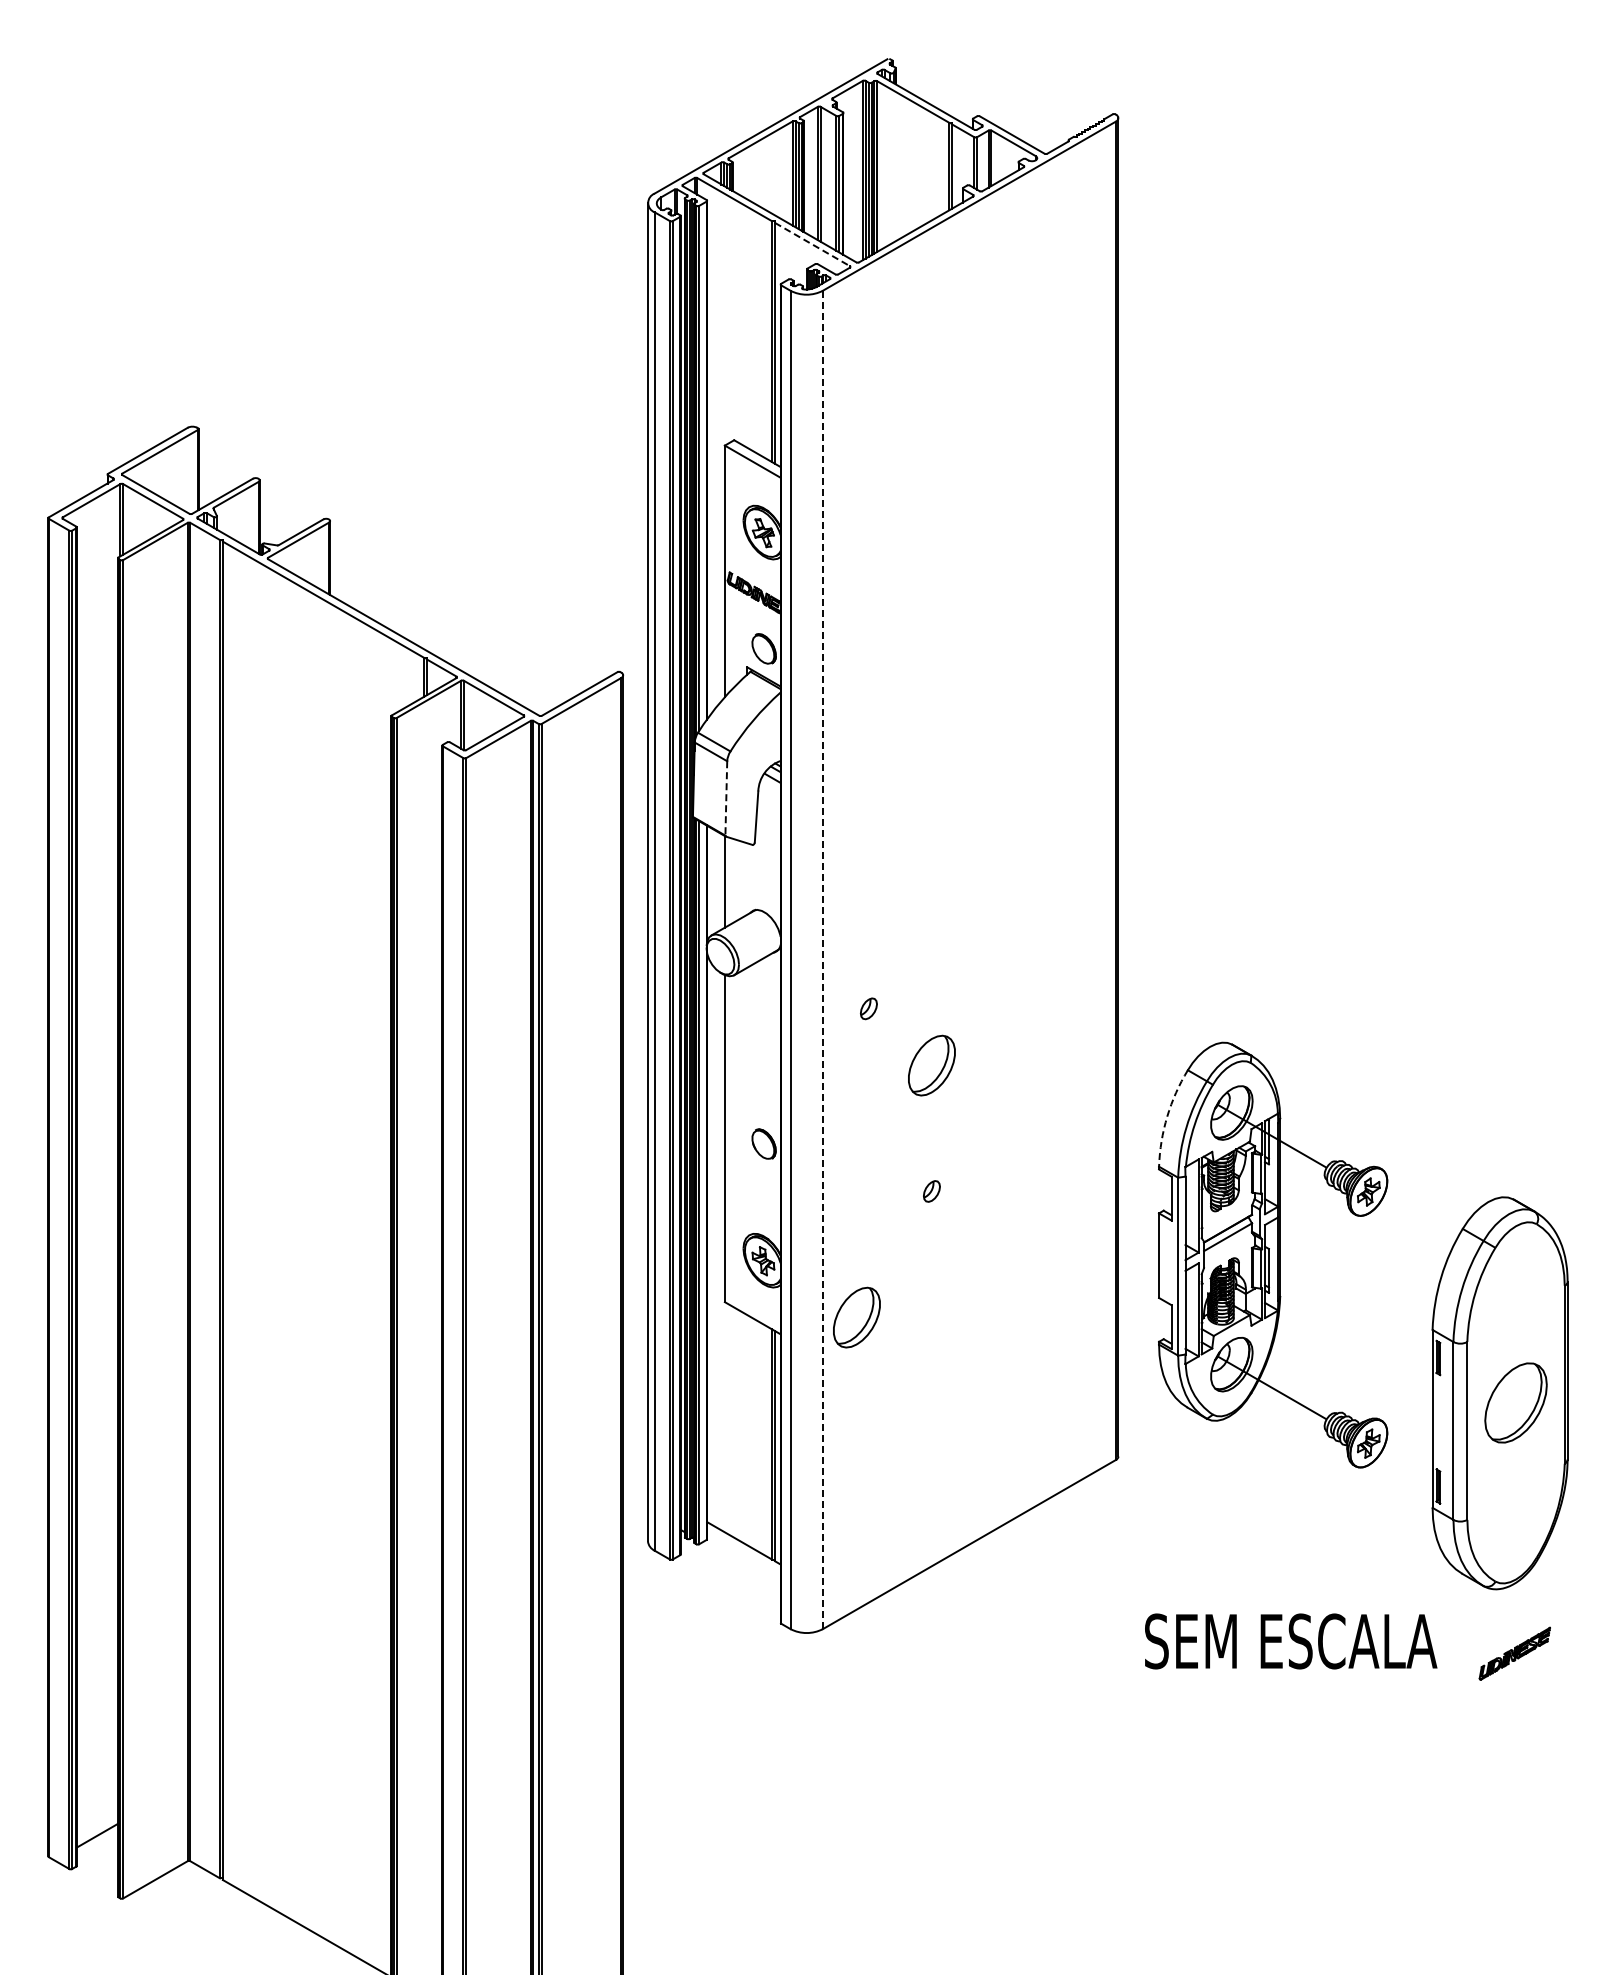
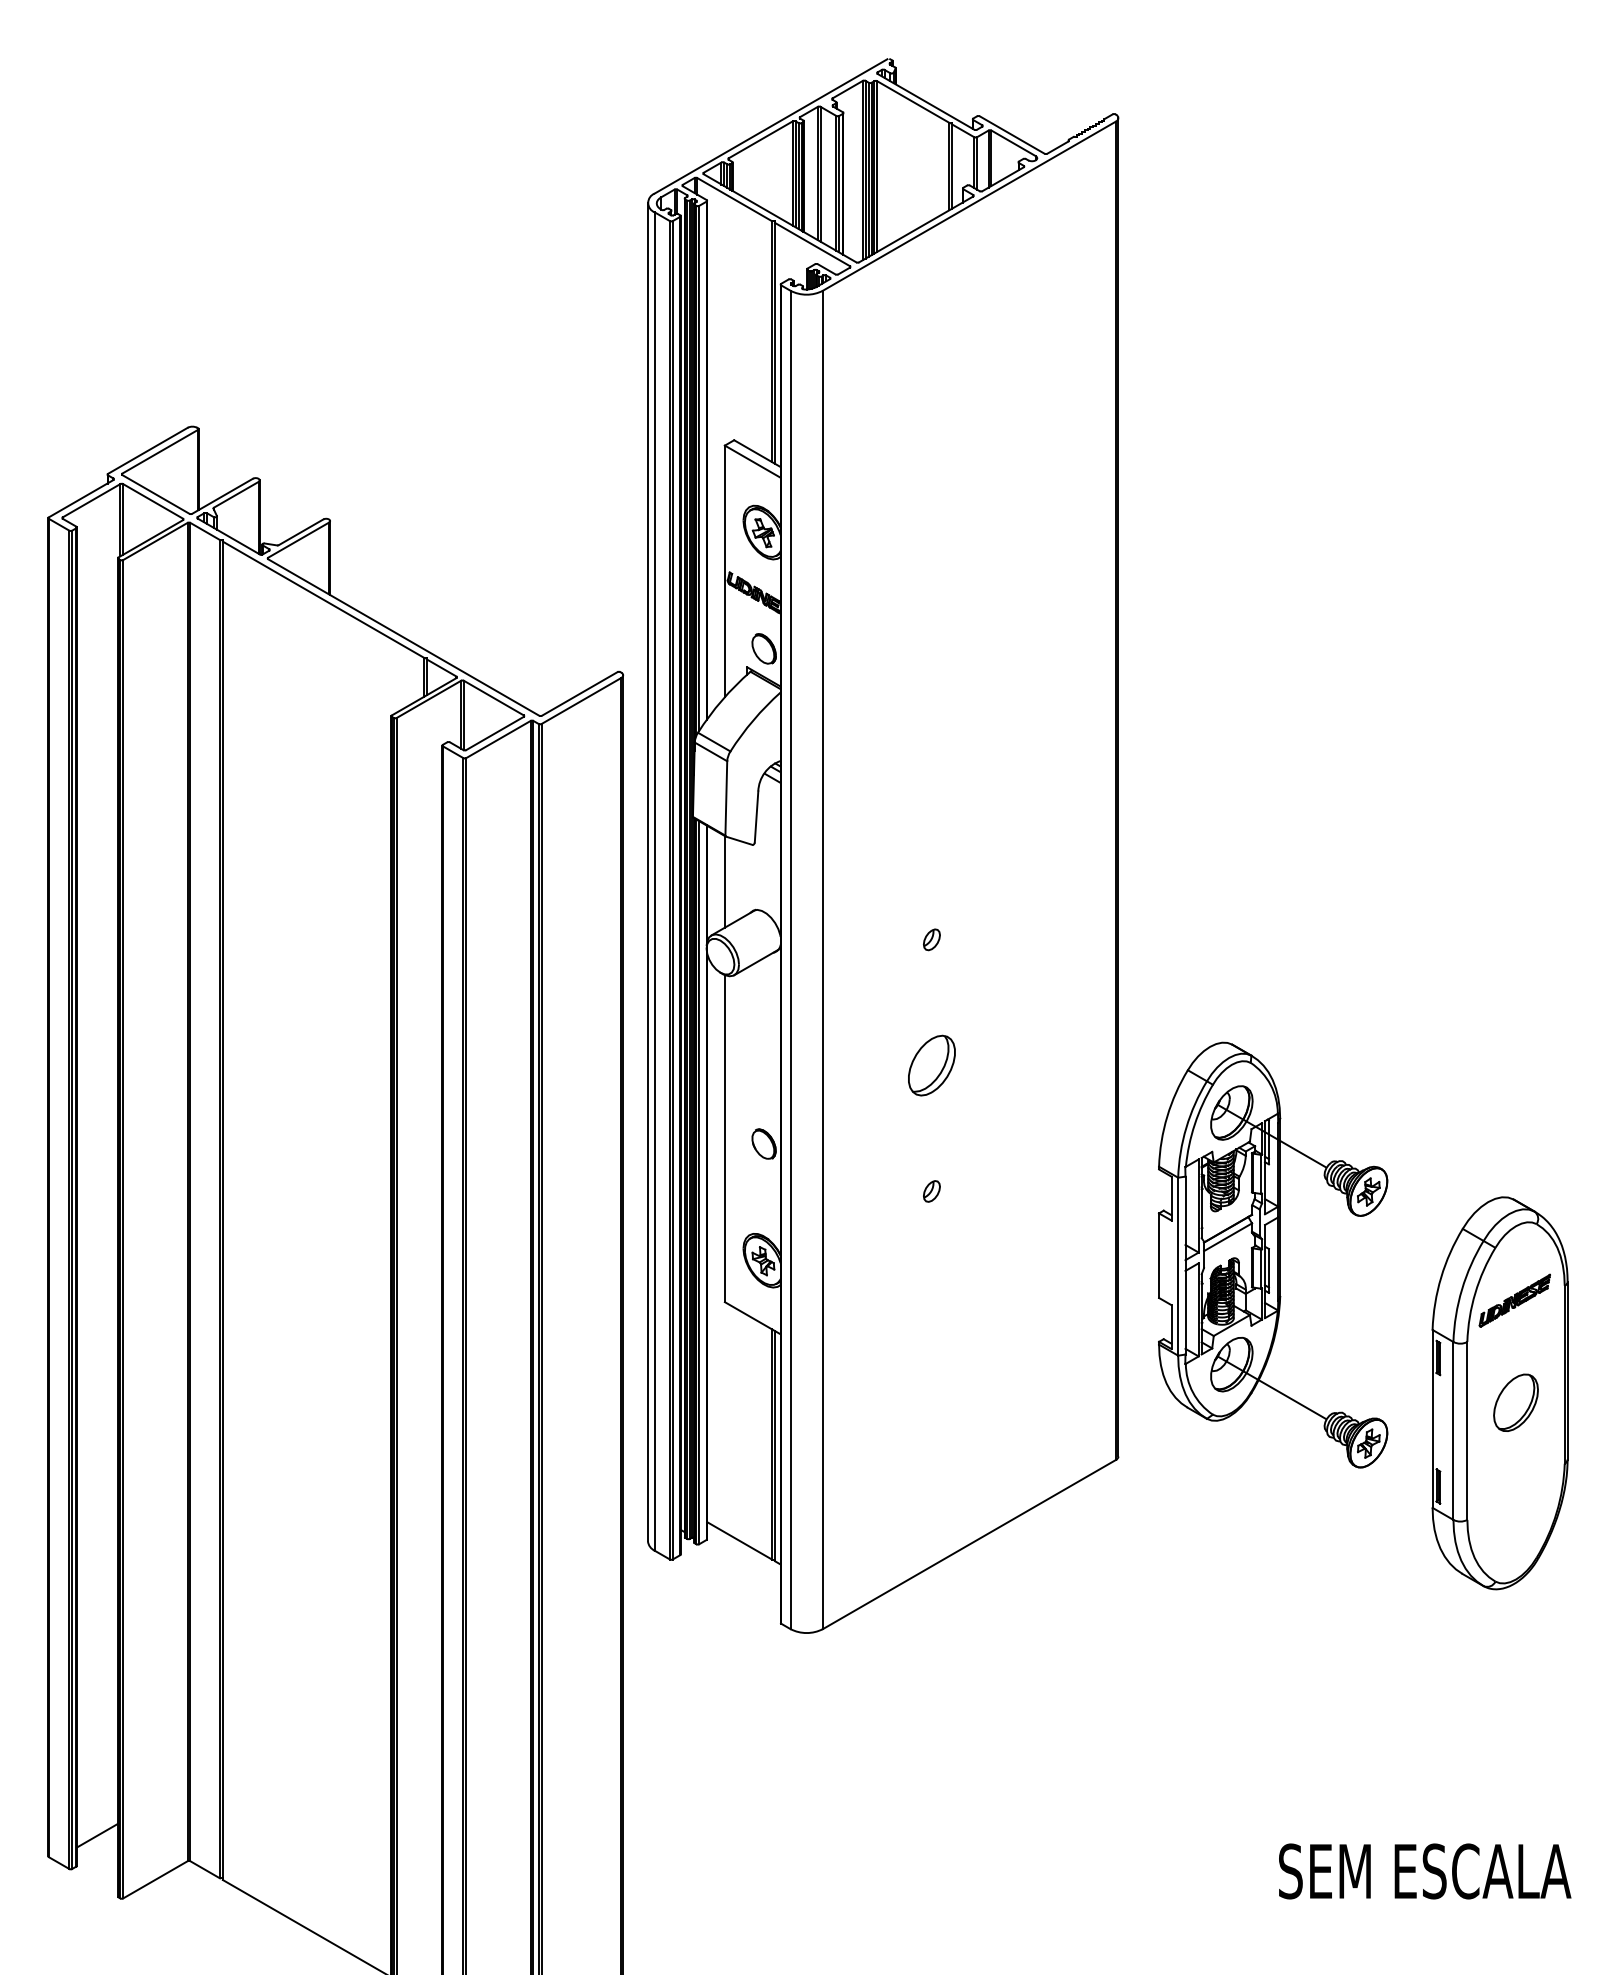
line at (812, 244): dashed -> solid
line at (726, 798): dashed -> solid
line at (822, 960): dashed -> solid
part at (868, 1008) position: (868, 1008) -> (931, 939)
arc at (1167, 1116): dashed -> solid
part at (856, 1317): present -> none
part at (1515, 1402) size: 64x82 px -> 46x59 px
text at (1291, 1641) position: (1291, 1641) -> (1425, 1871)
part at (1514, 1653) position: (1514, 1653) -> (1514, 1300)
